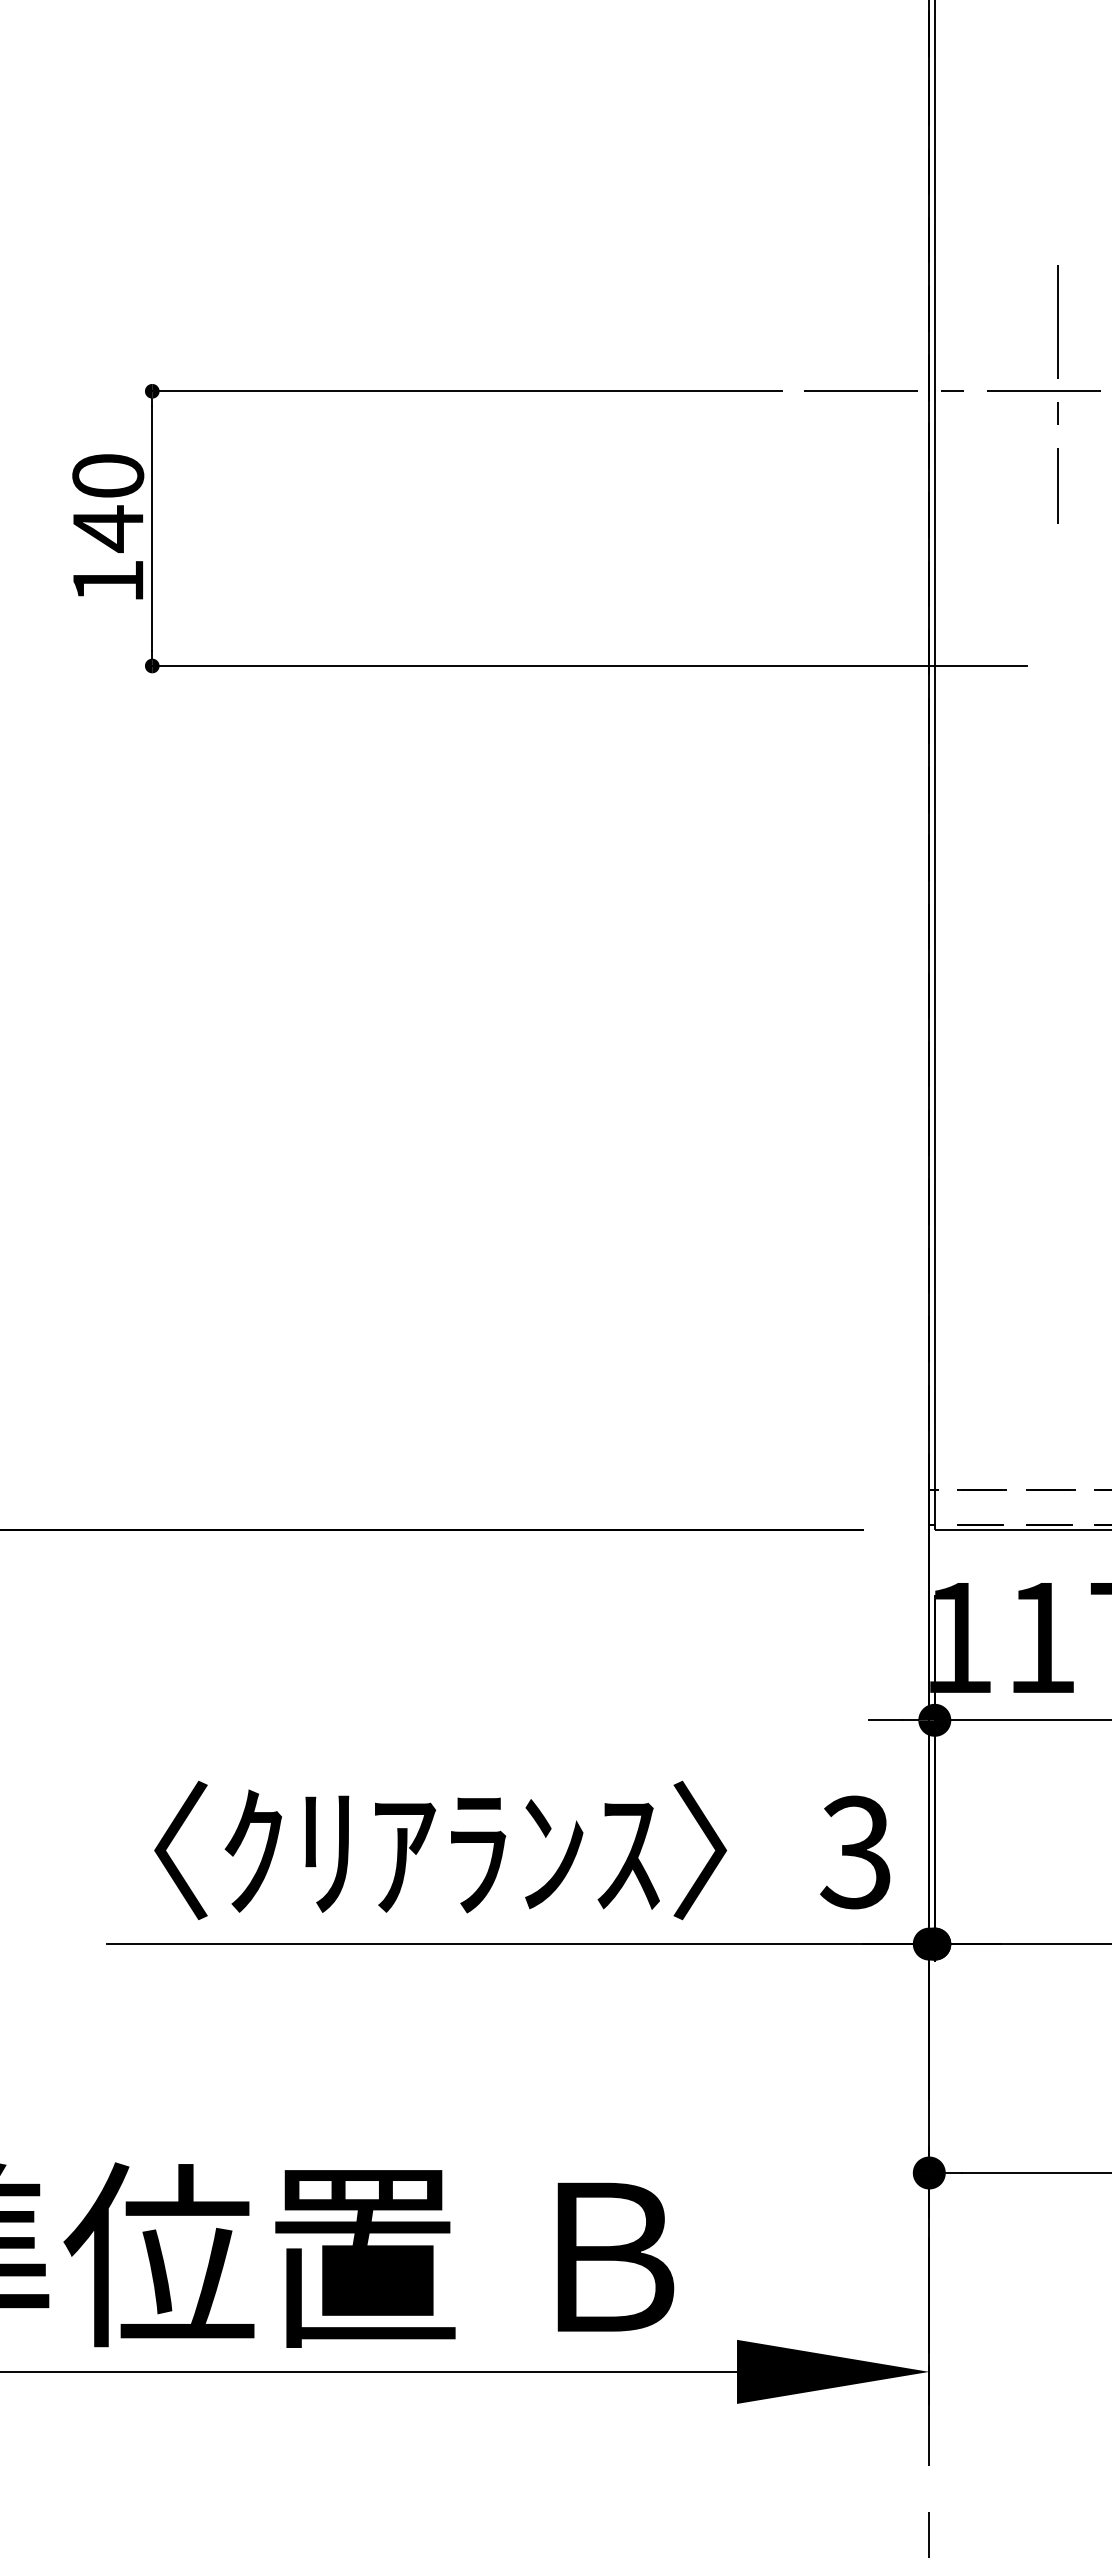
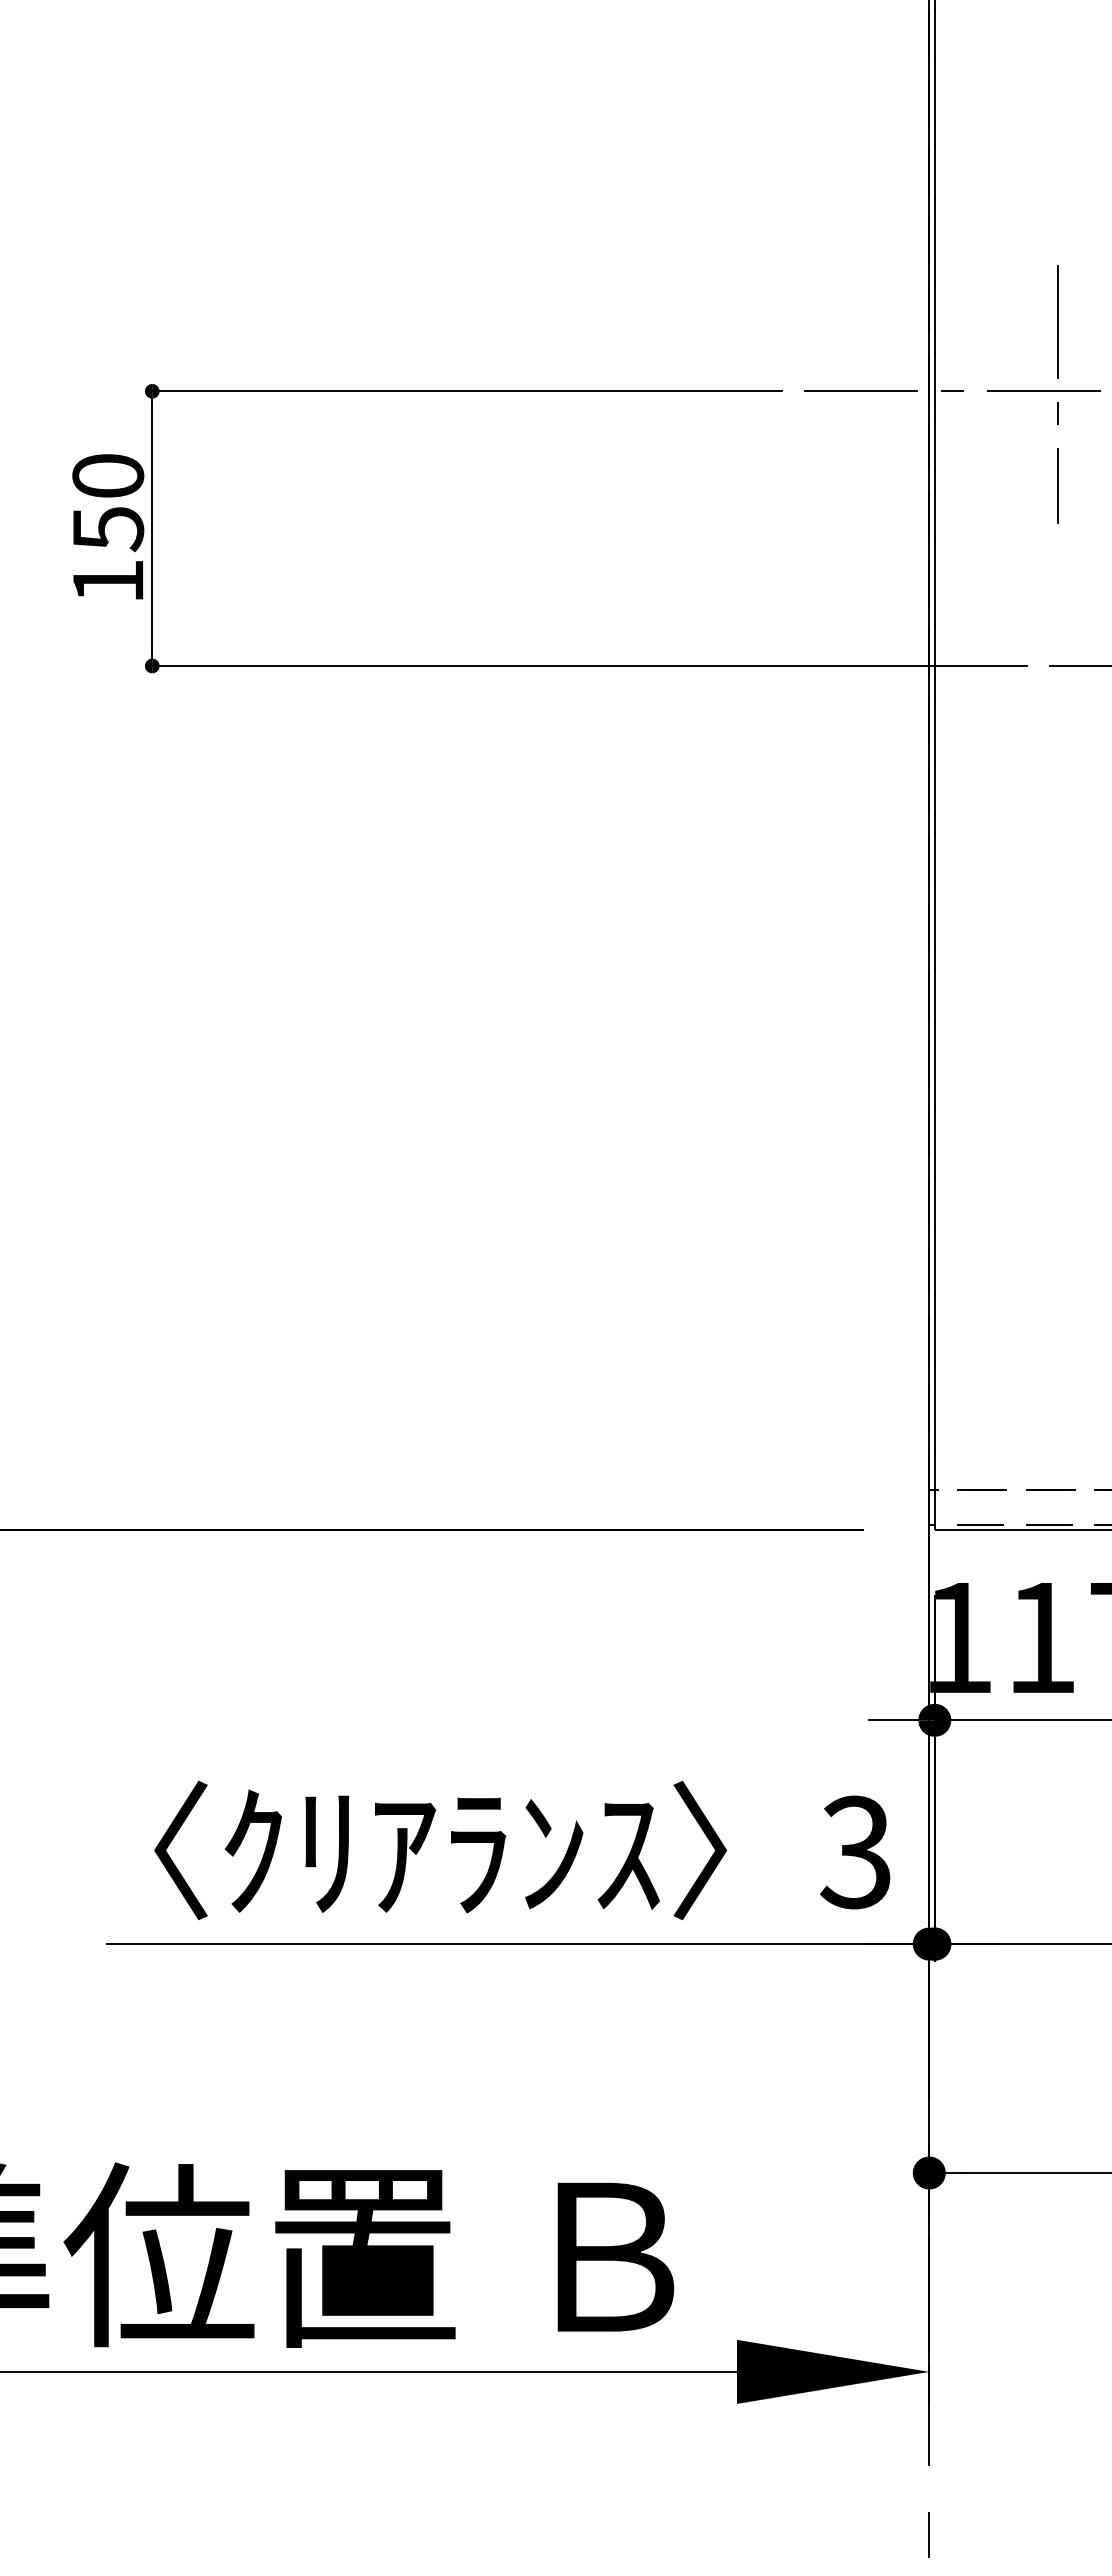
text at (108, 528): 140 -> 150
line at (1078, 666): none -> present
